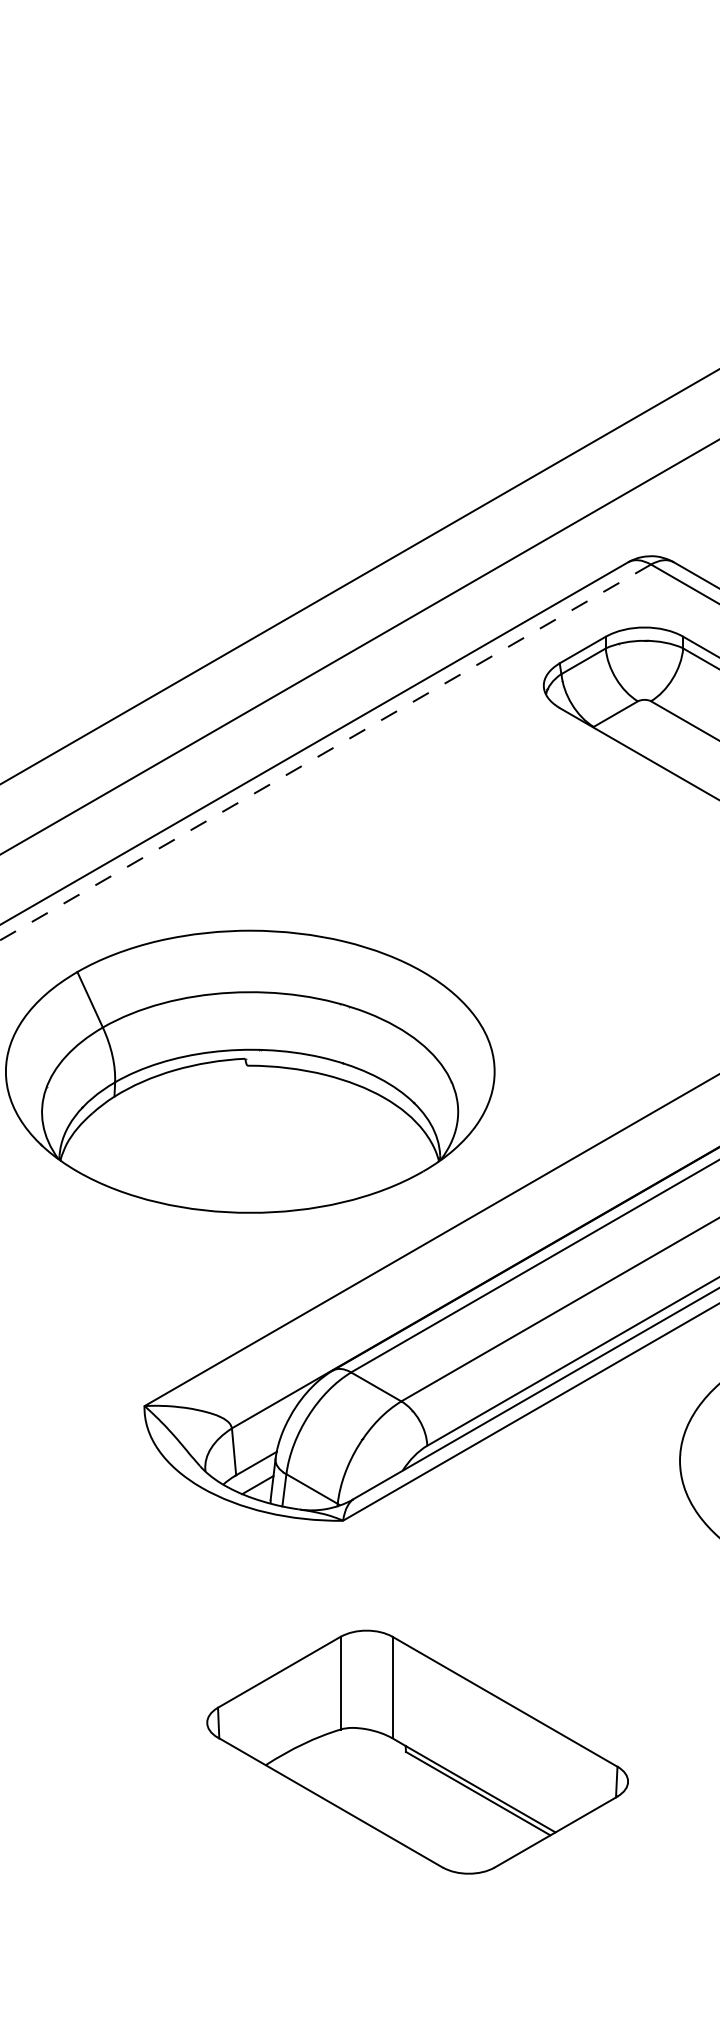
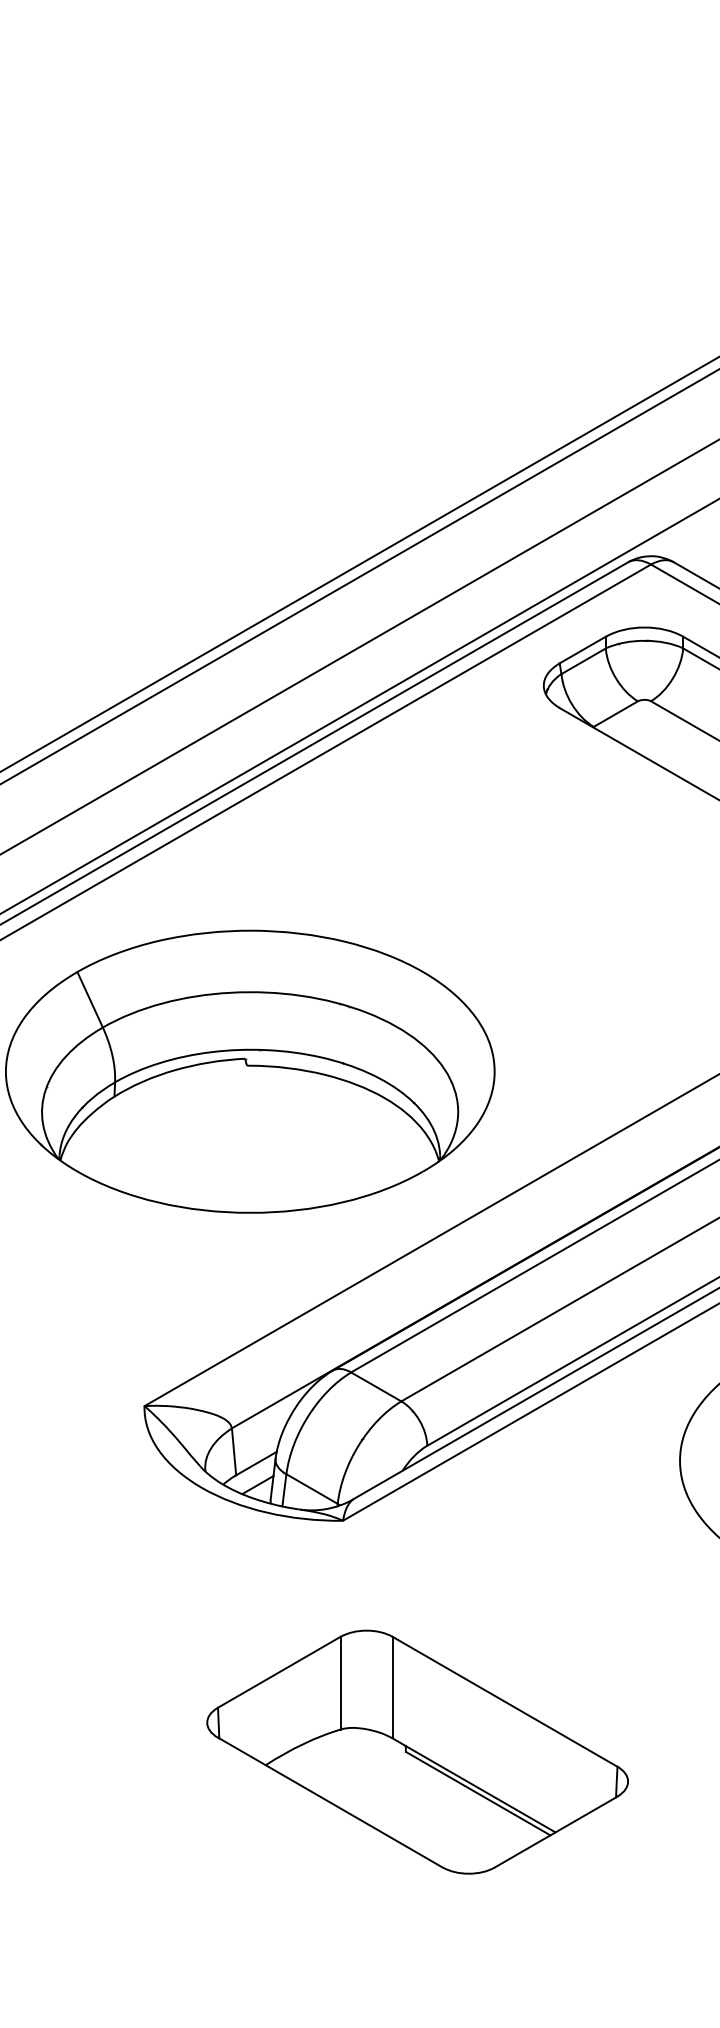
line at (359, 564): none -> present
line at (359, 706): none -> present
line at (325, 752): dashed -> solid
